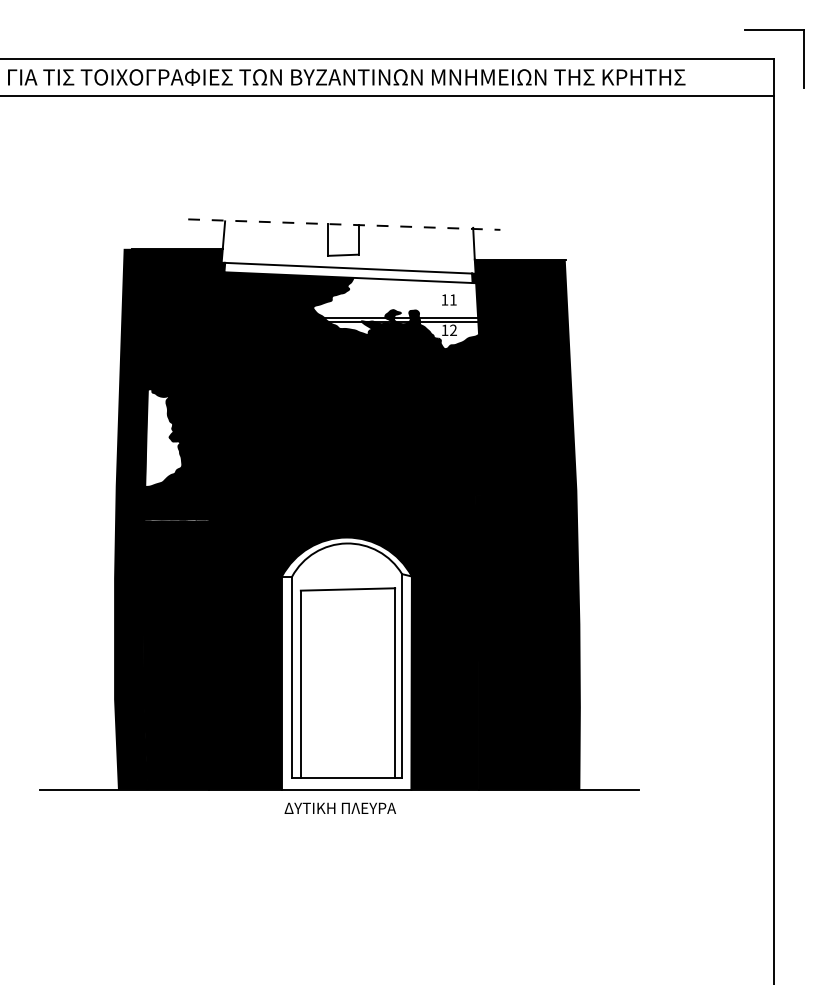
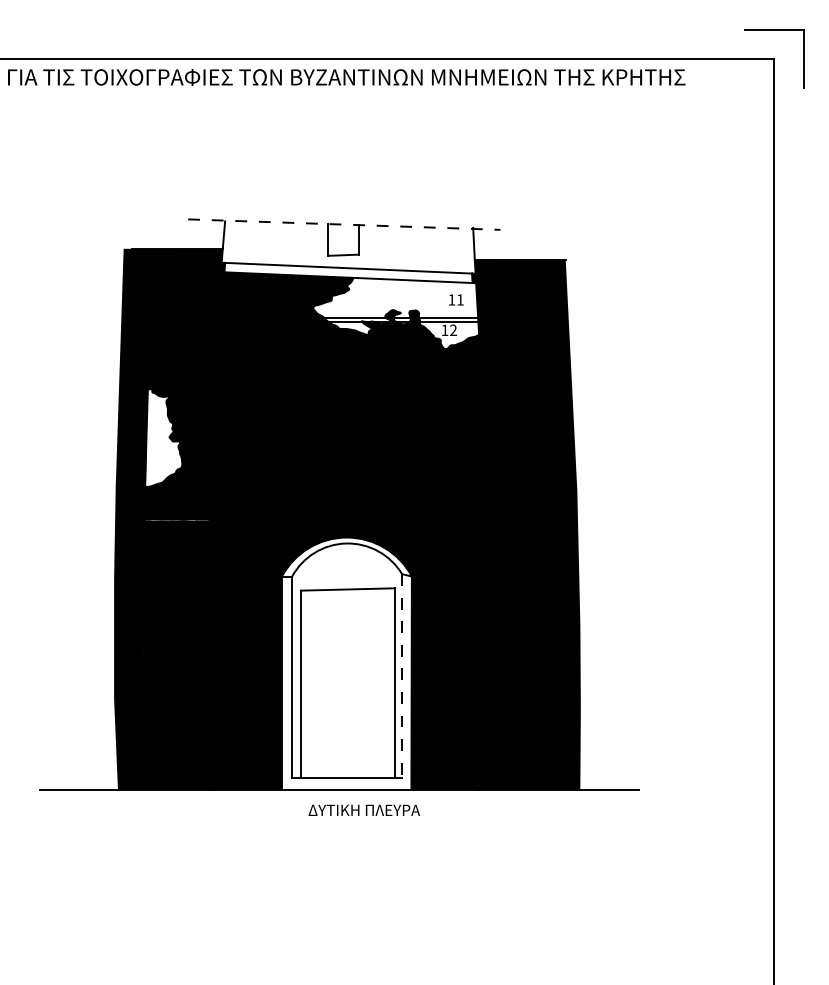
line at (388, 95): present -> none
text at (449, 299) position: (449, 299) -> (456, 299)
line at (402, 676): solid -> dashed
text at (339, 807) position: (339, 807) -> (363, 809)
